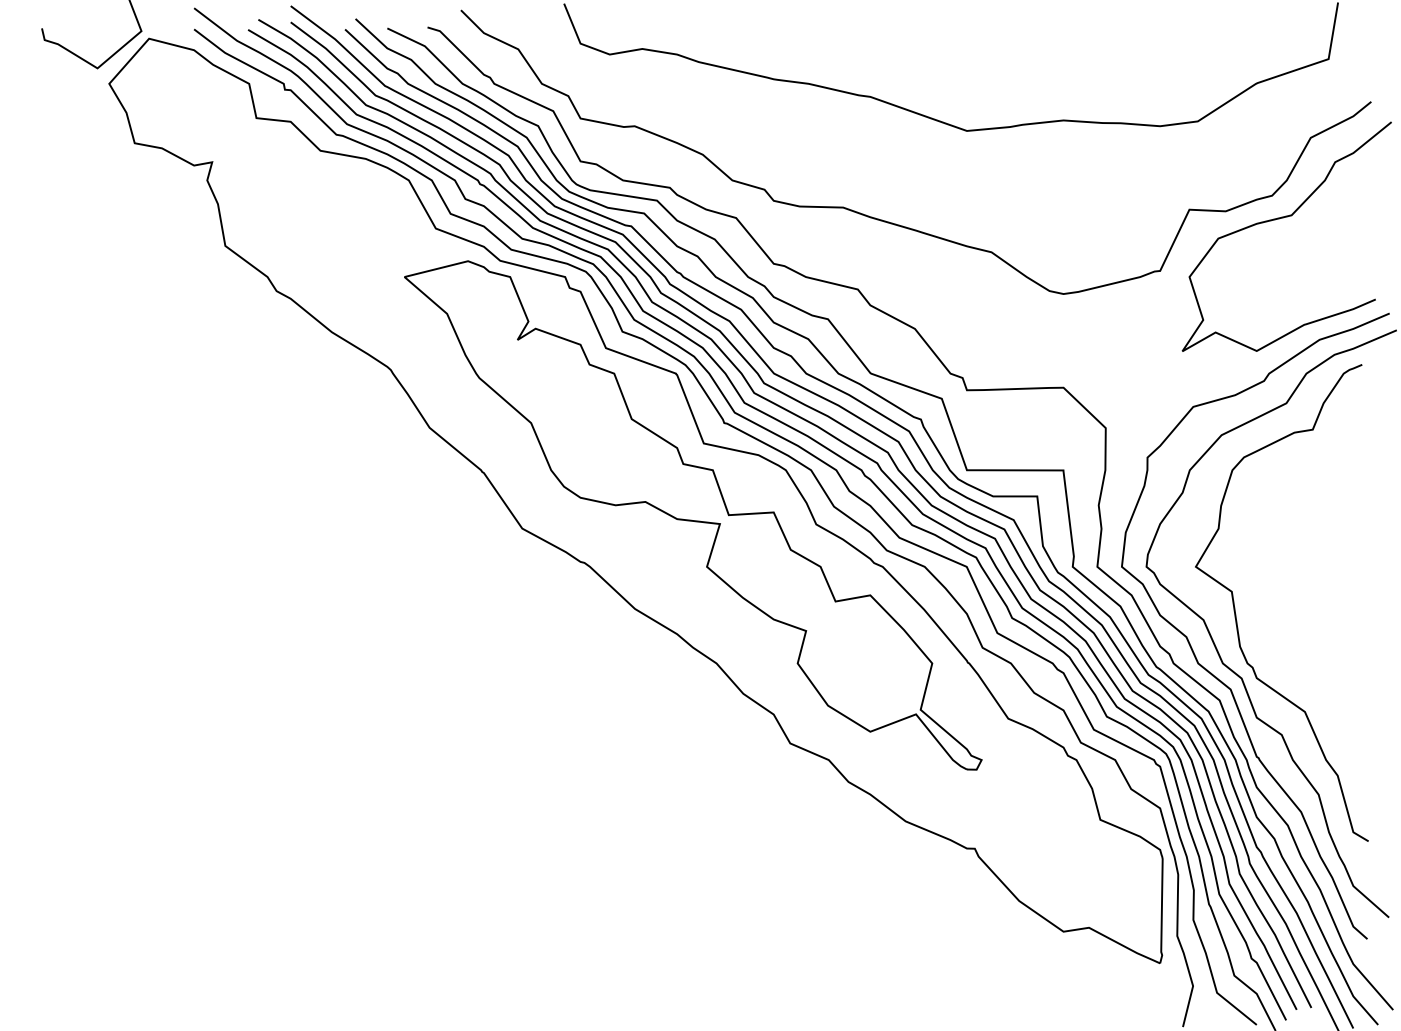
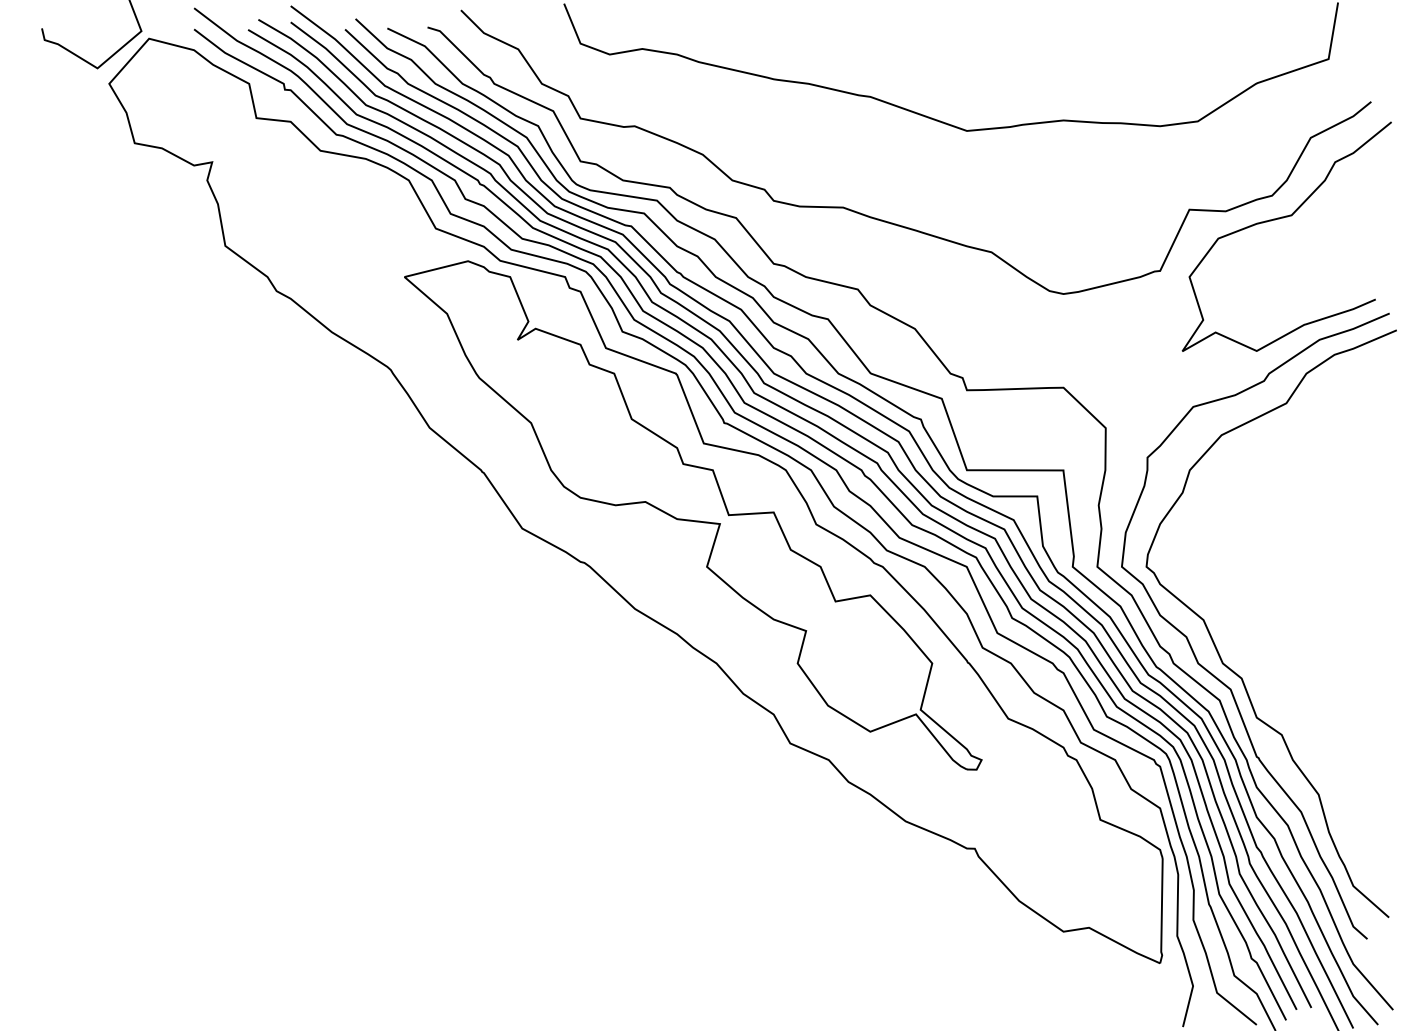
curve at (1235, 607): present -> none
